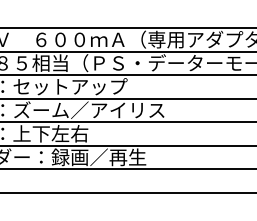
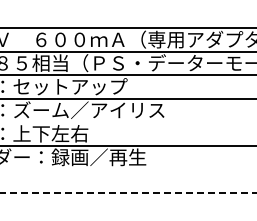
line at (127, 122): present -> none
line at (127, 169): present -> none
line at (128, 192): solid -> dashed
